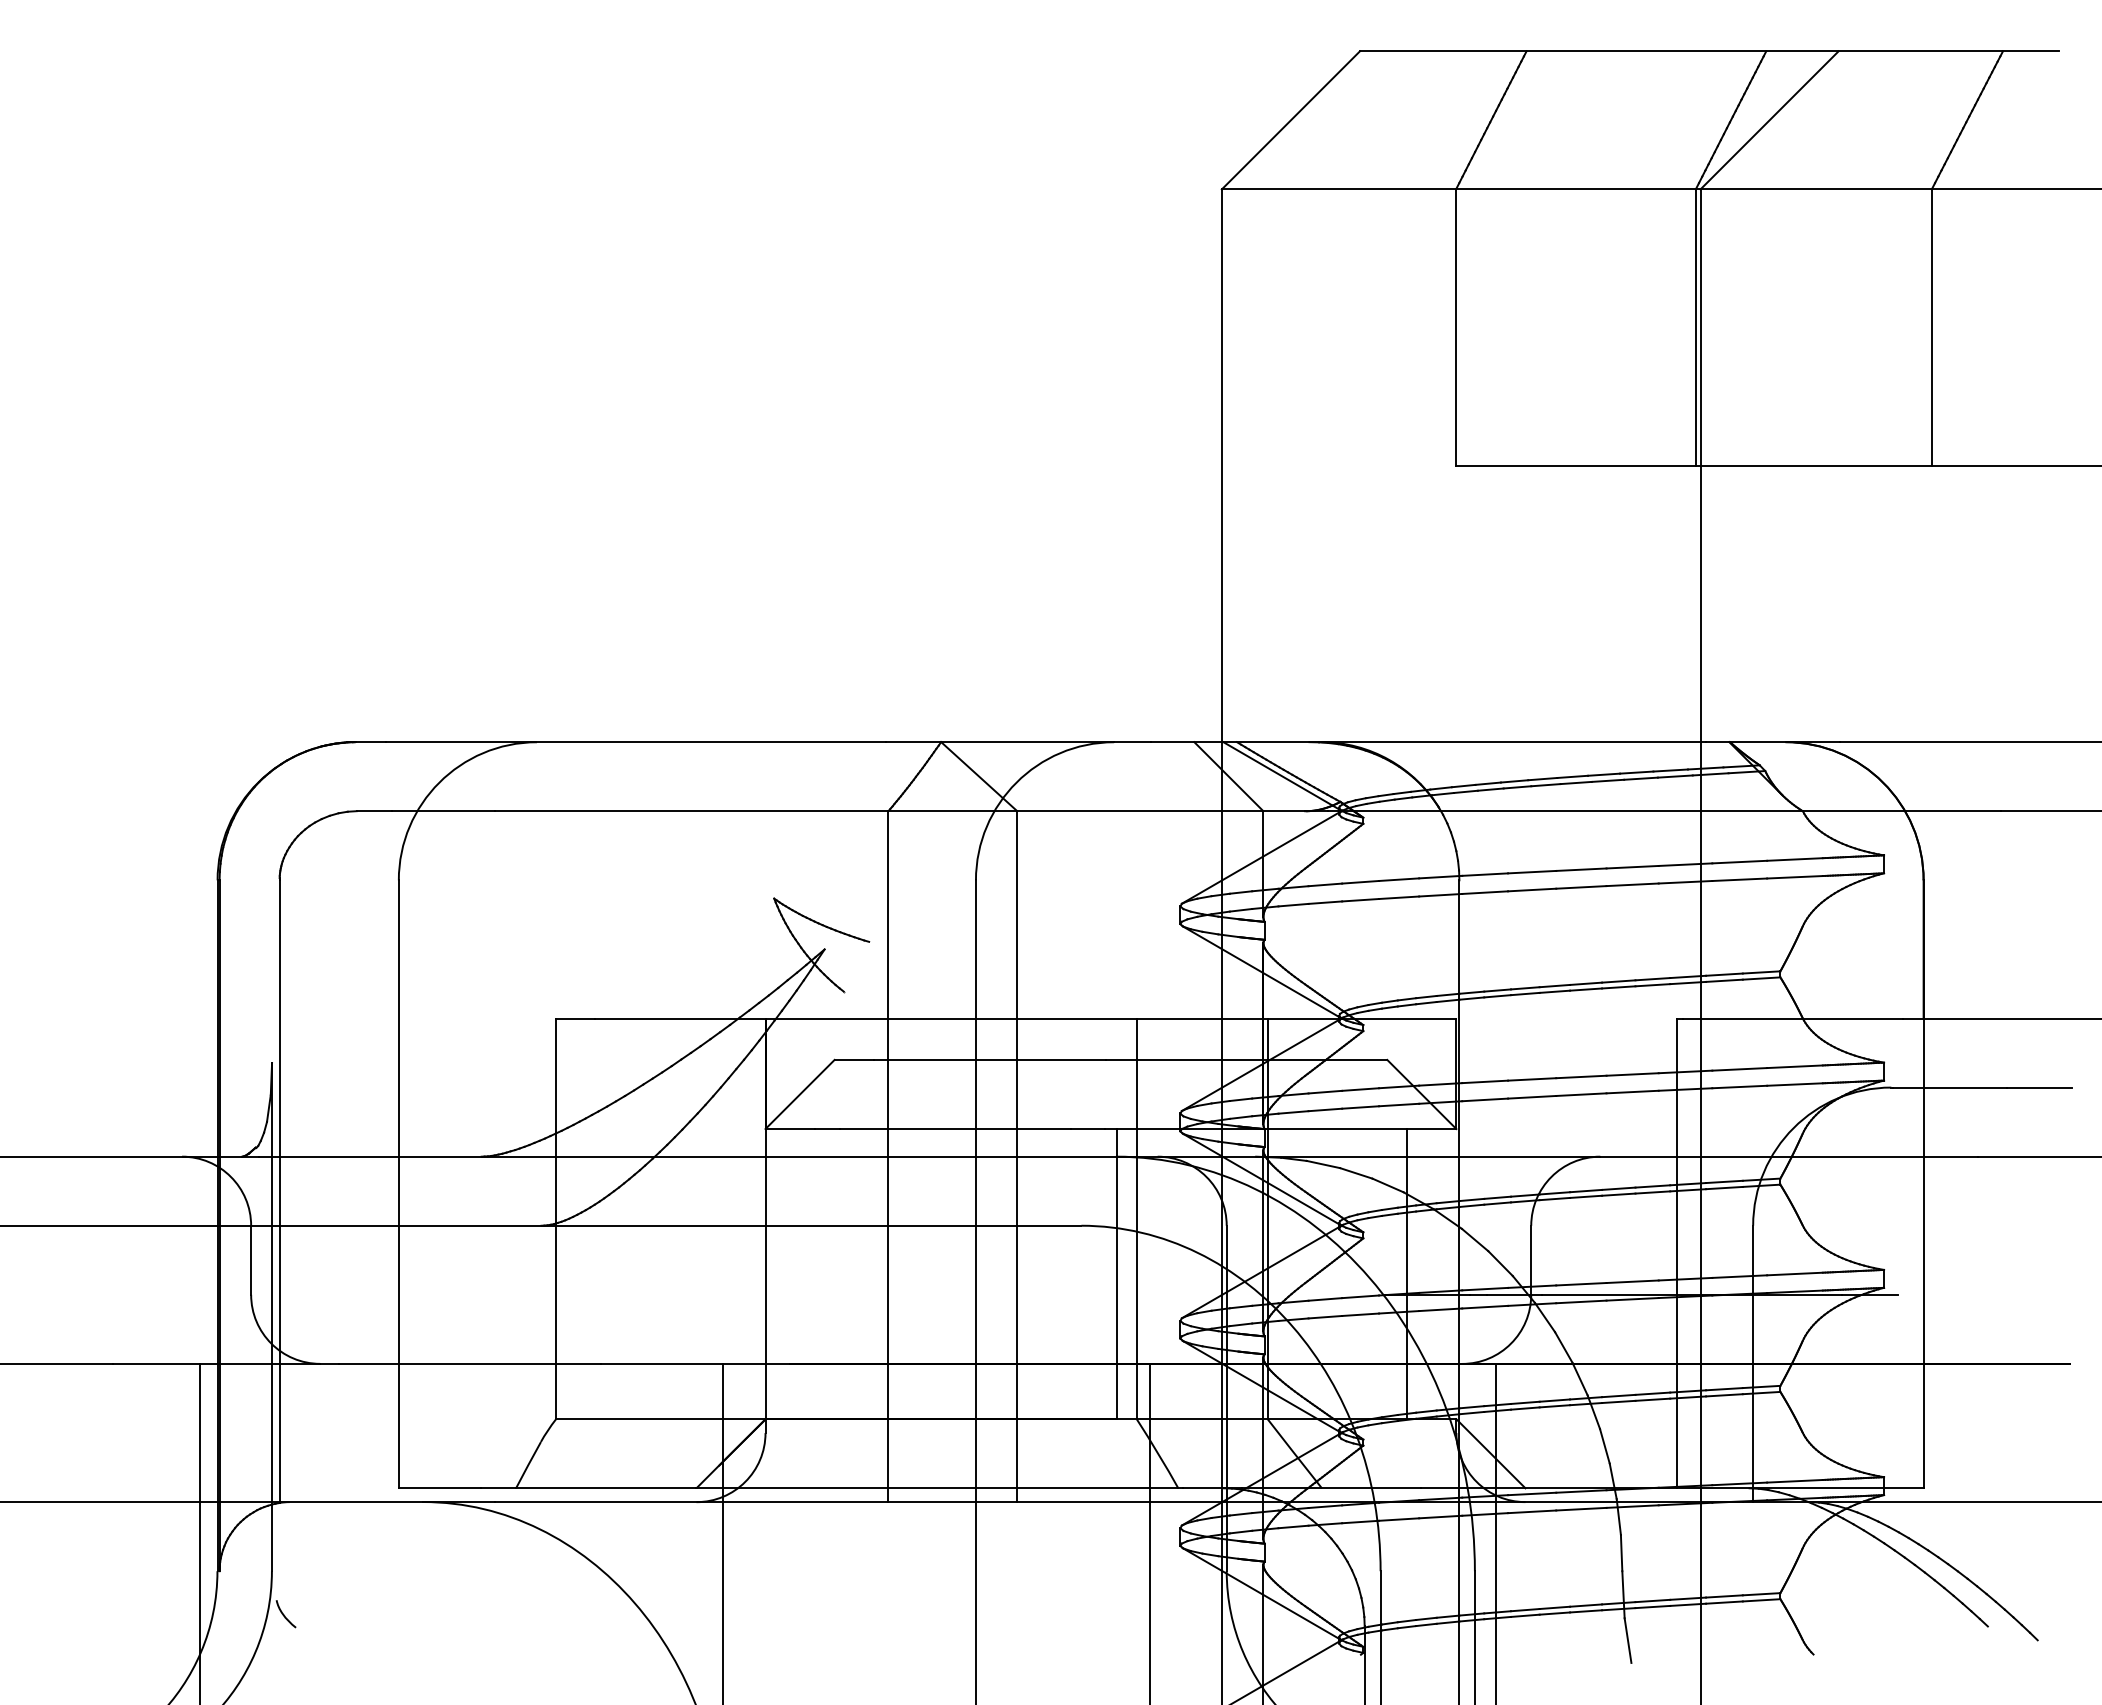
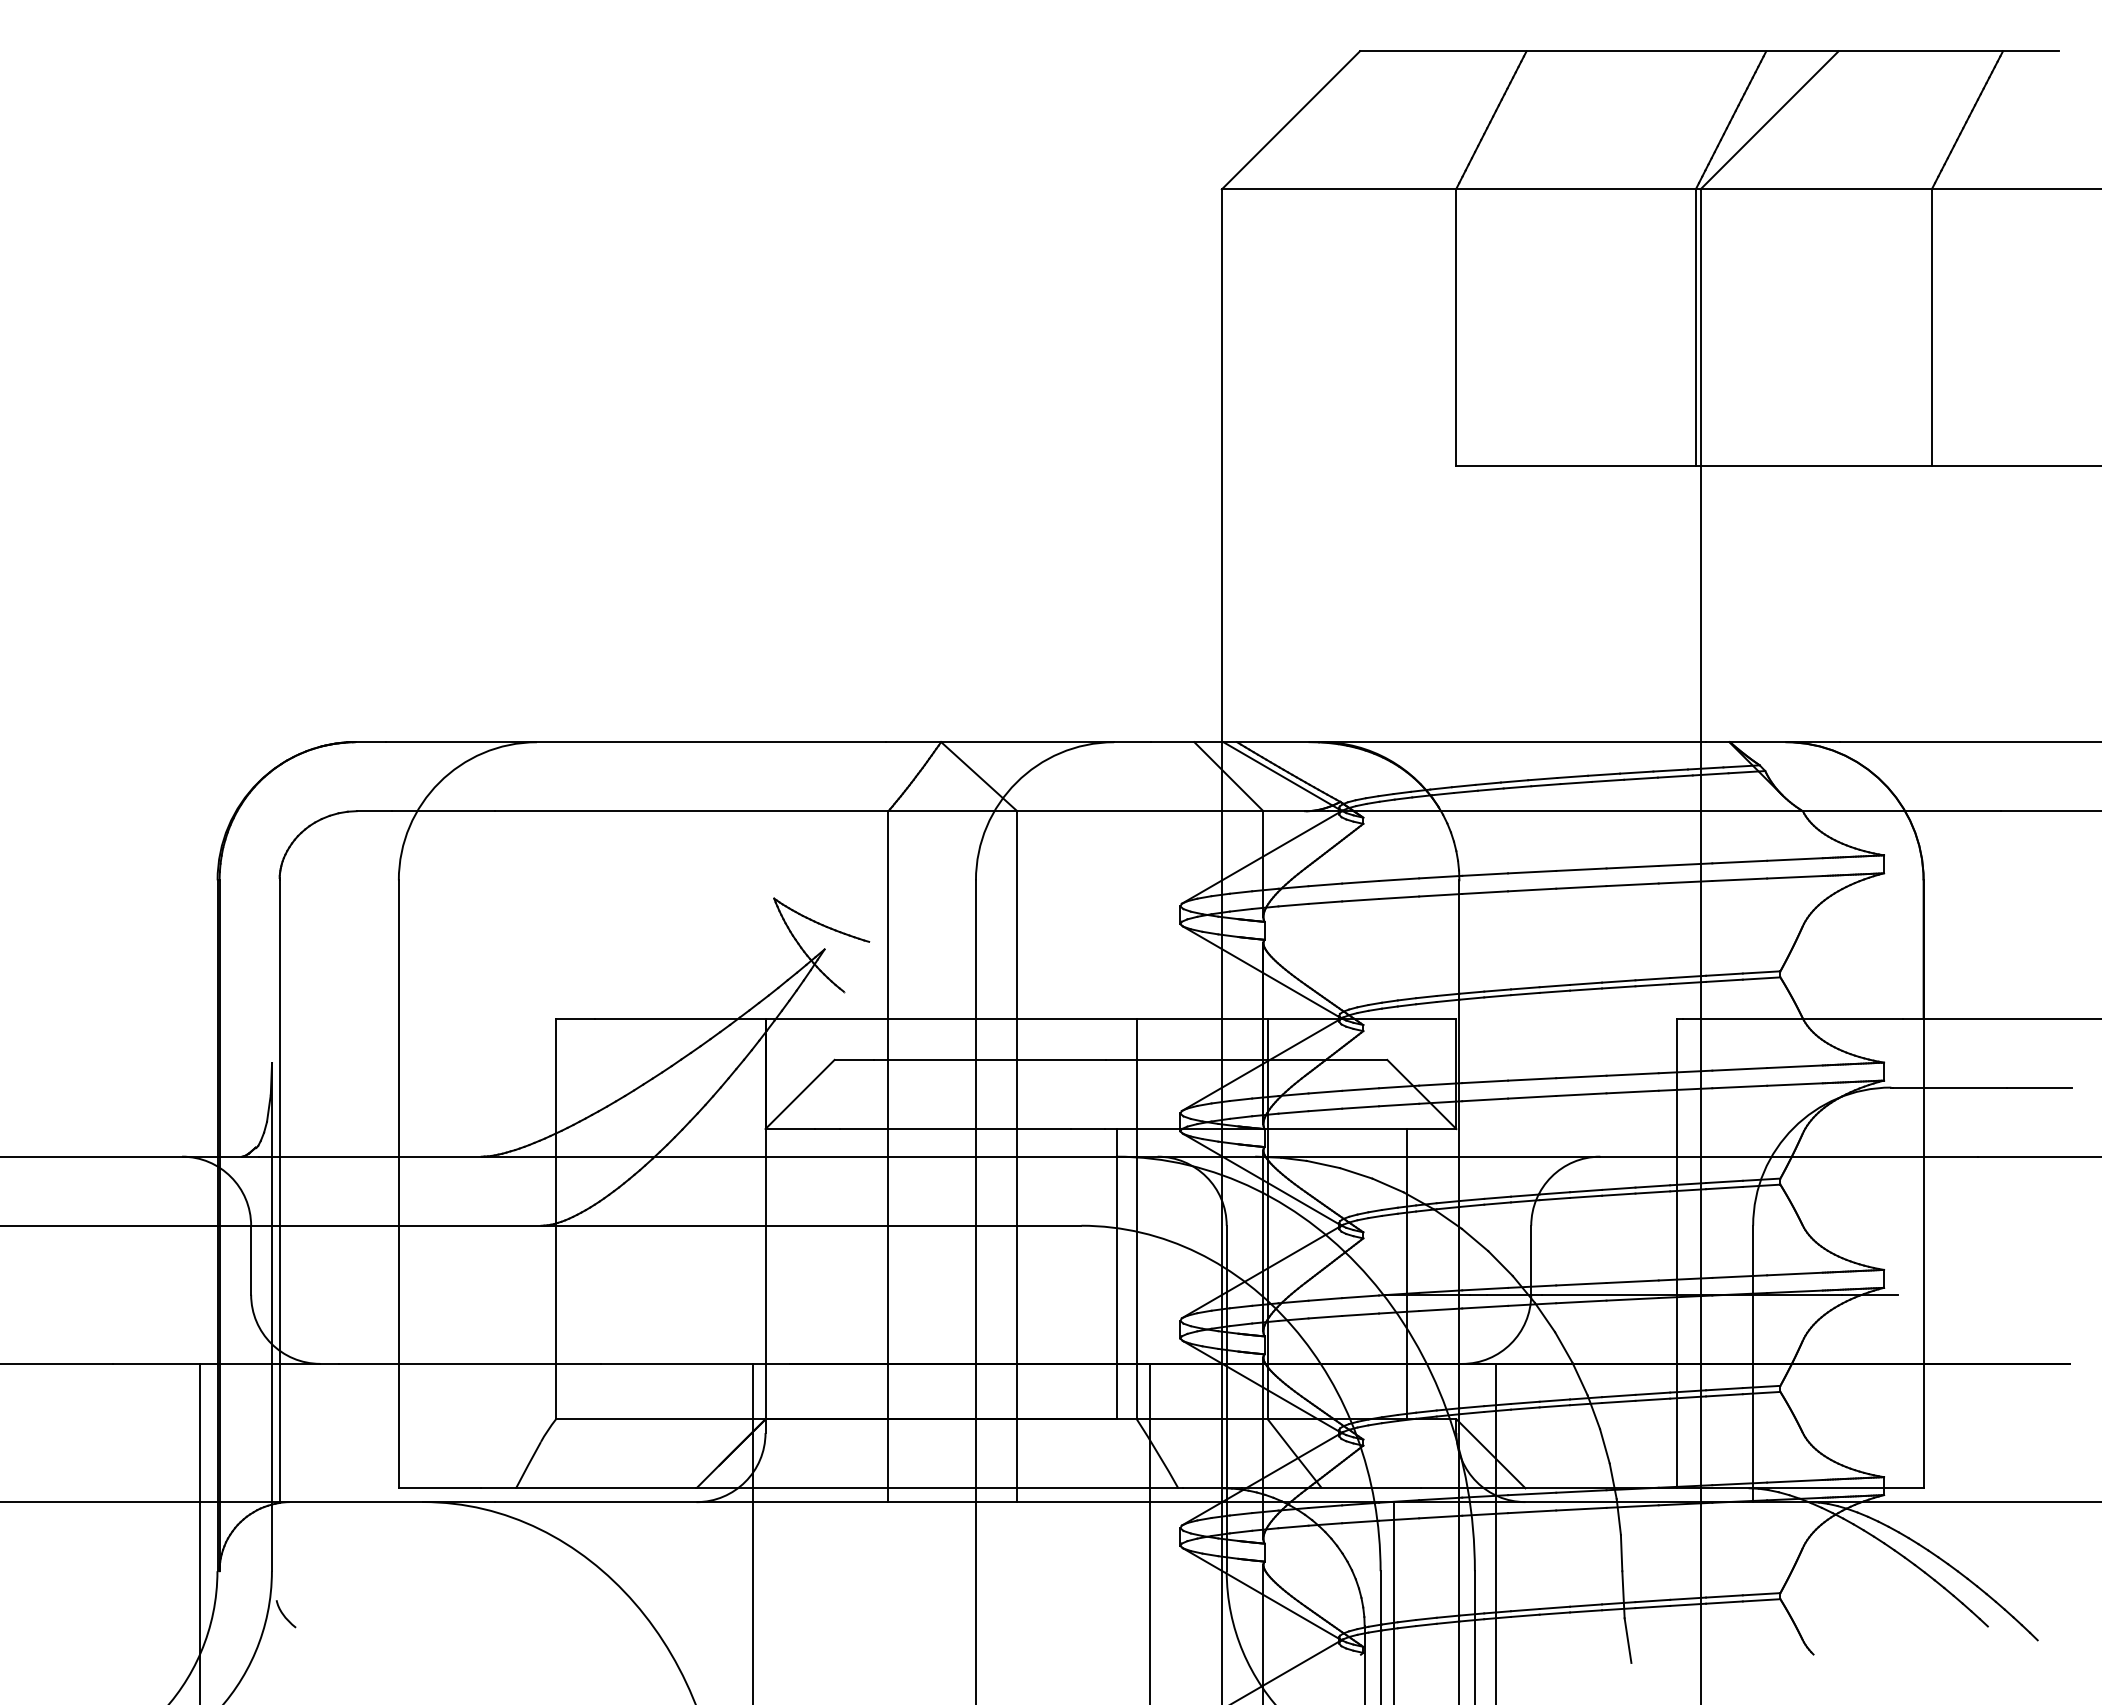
line at (723, 1532) position: (723, 1532) -> (753, 1532)
line at (1394, 1601): none -> present
